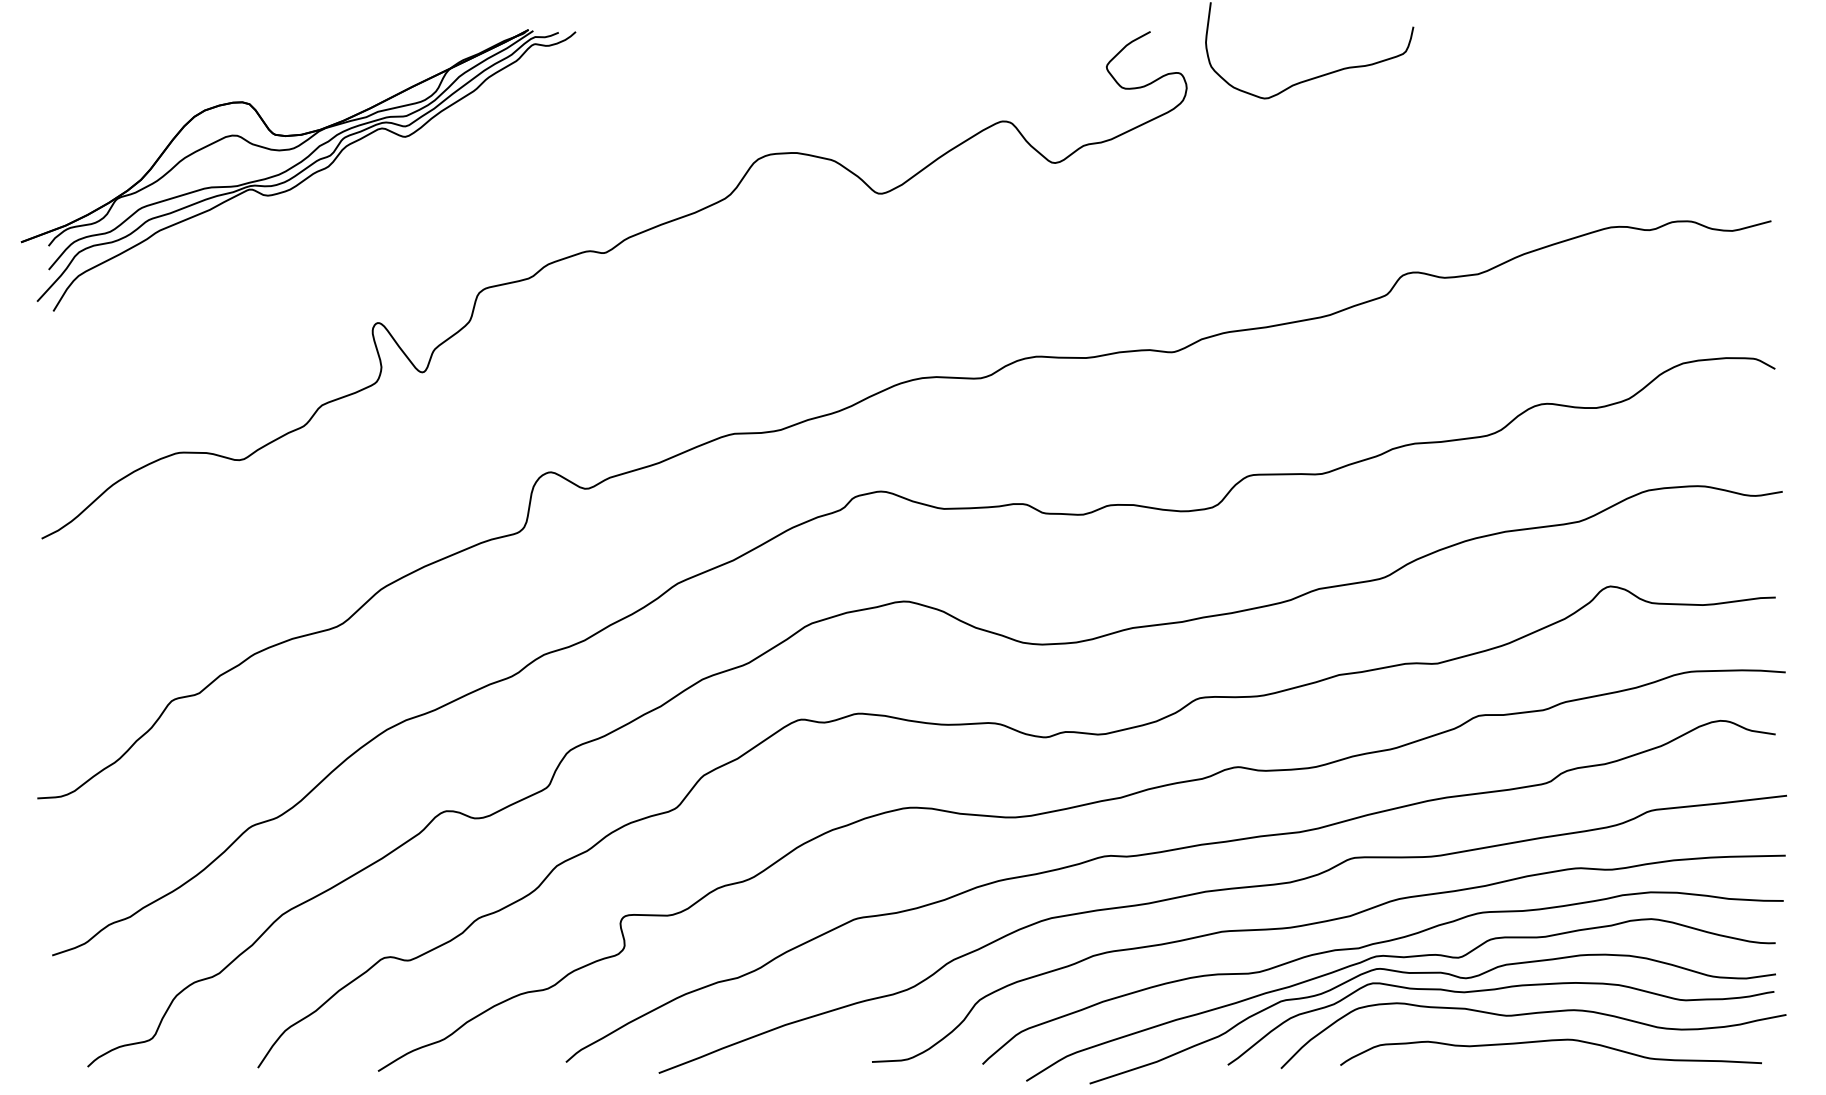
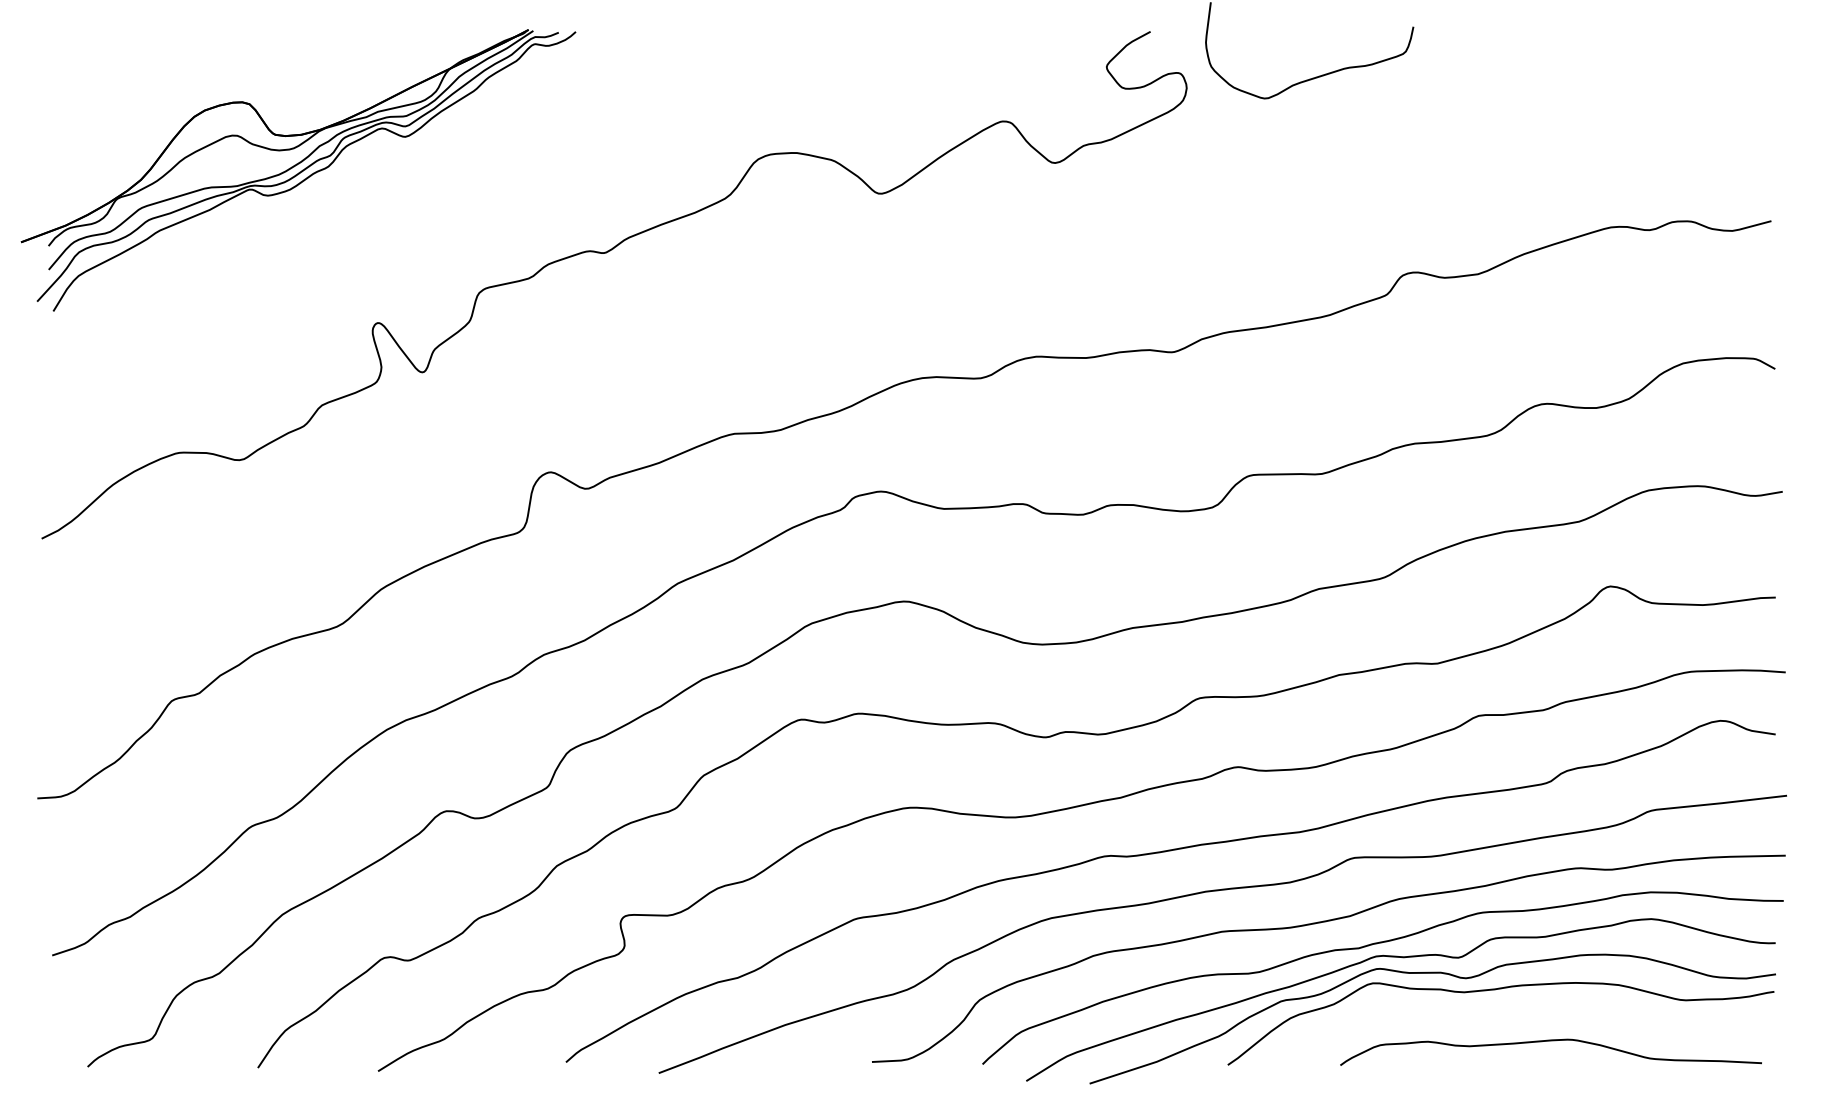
curve at (1533, 1014): present -> none
